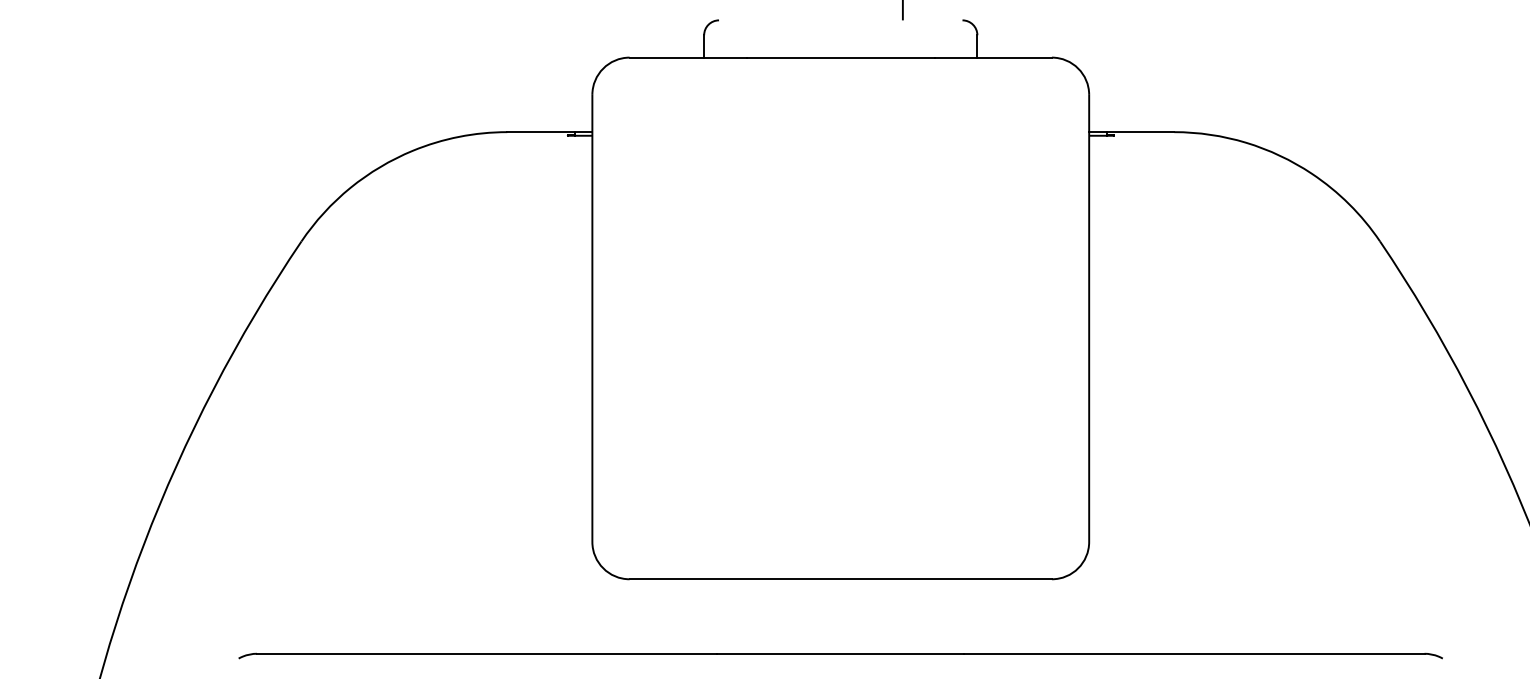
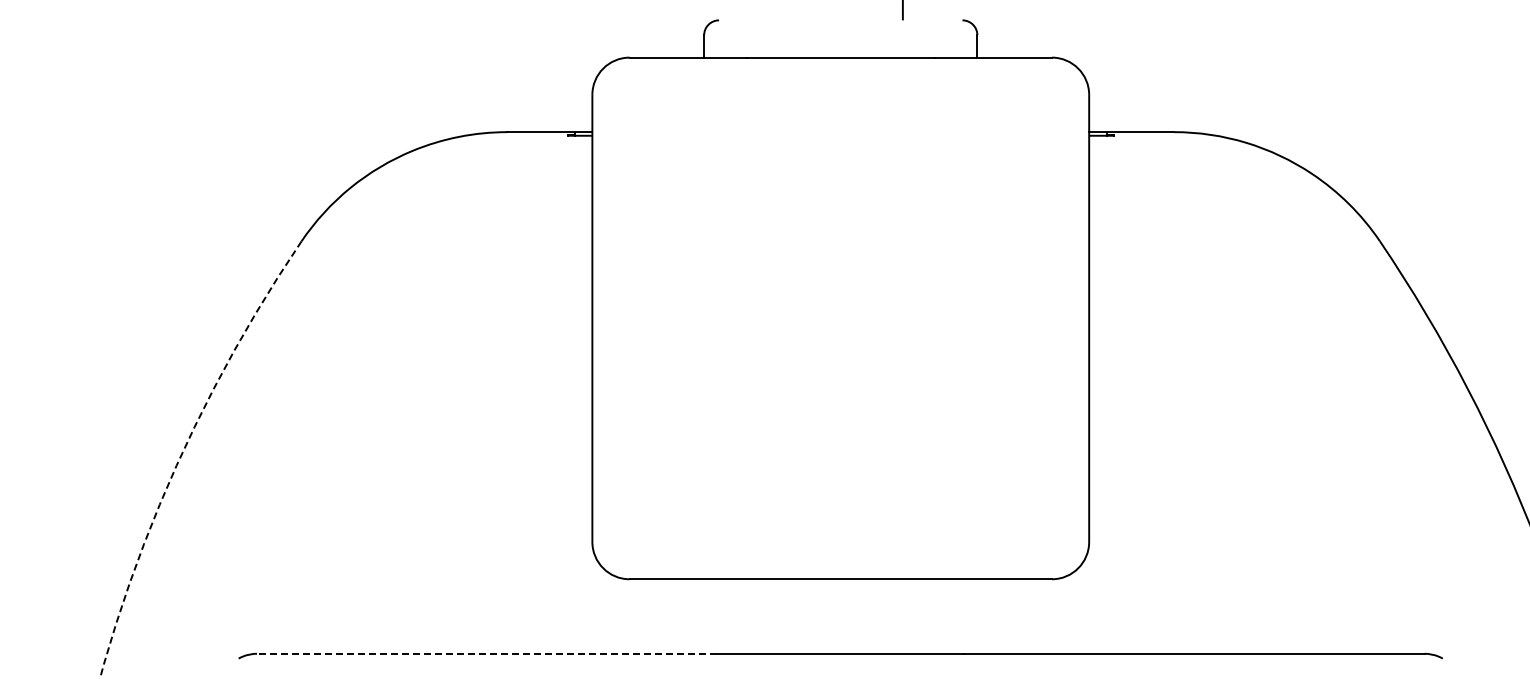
arc at (182, 453): solid -> dashed
line at (486, 653): solid -> dashed
